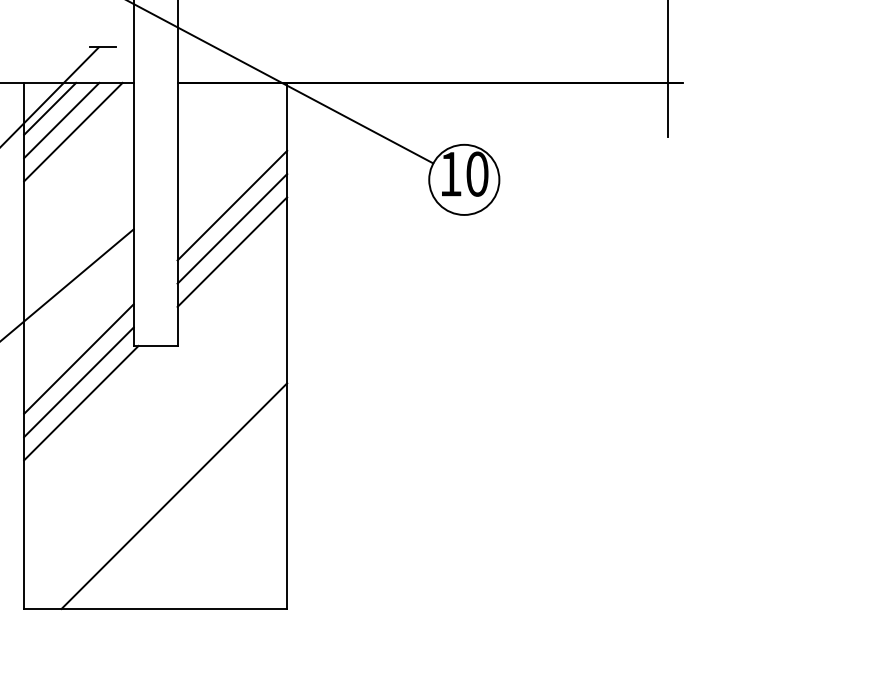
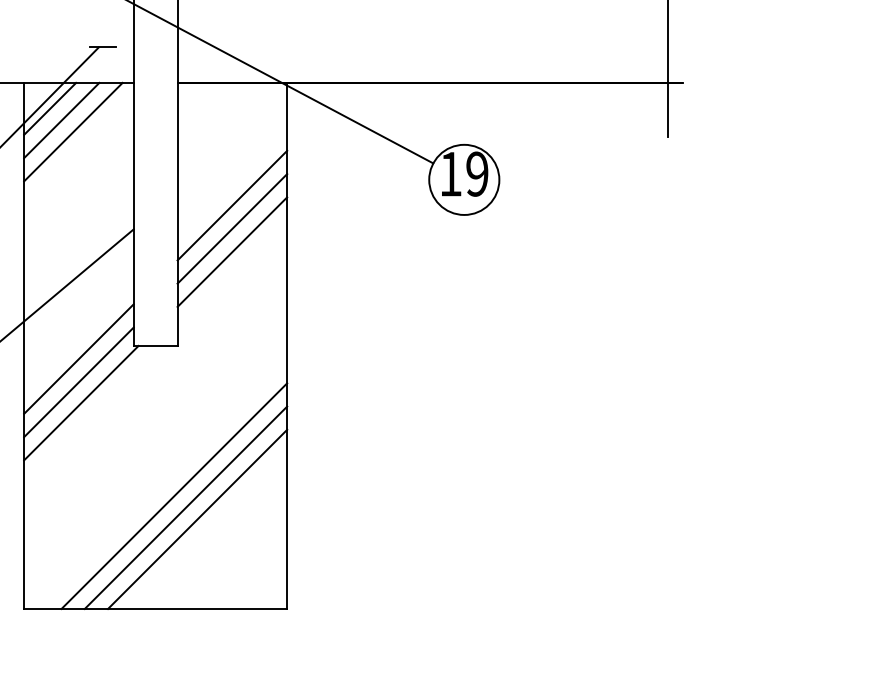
text at (477, 173): 10 -> 19
line at (185, 507): none -> present
line at (197, 518): none -> present
